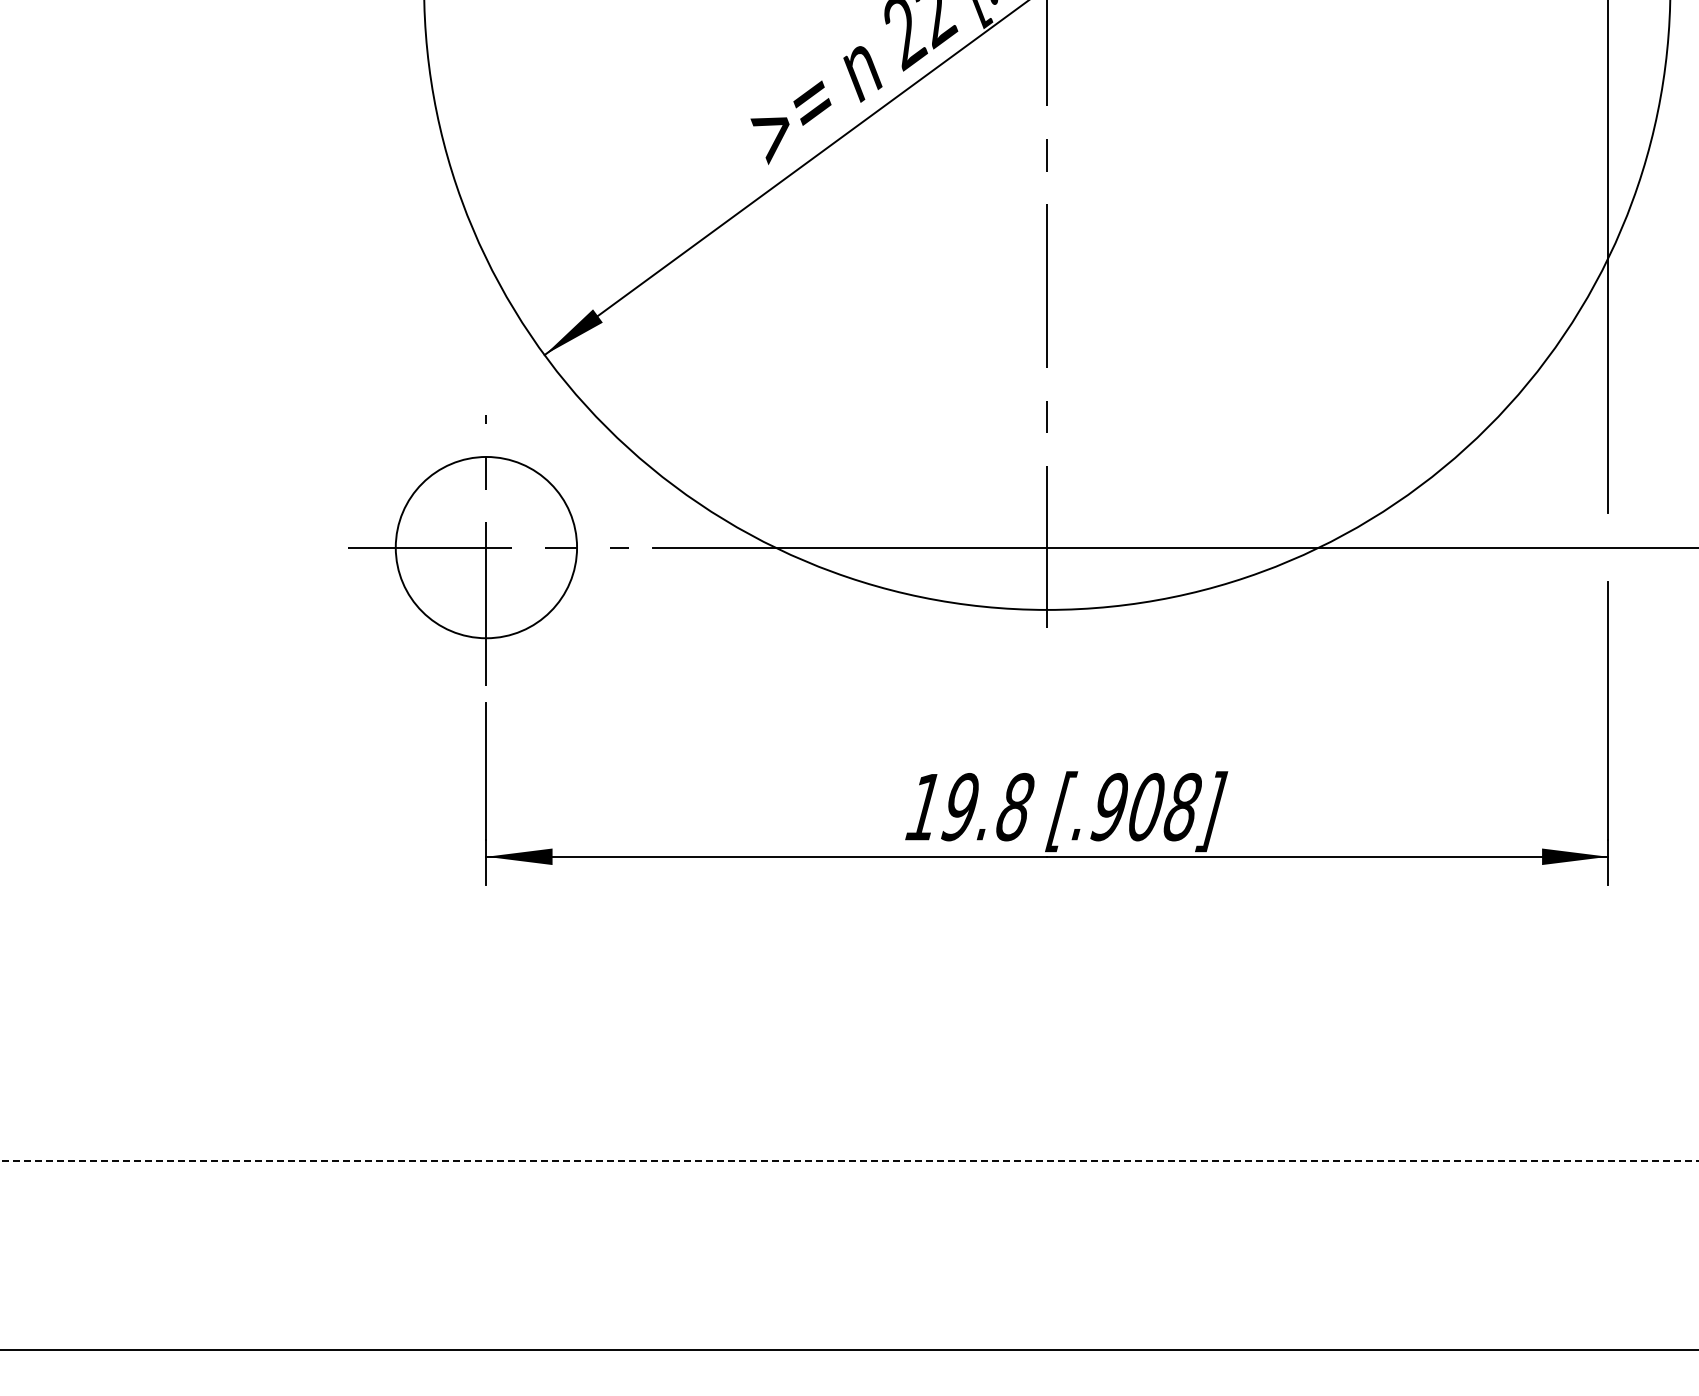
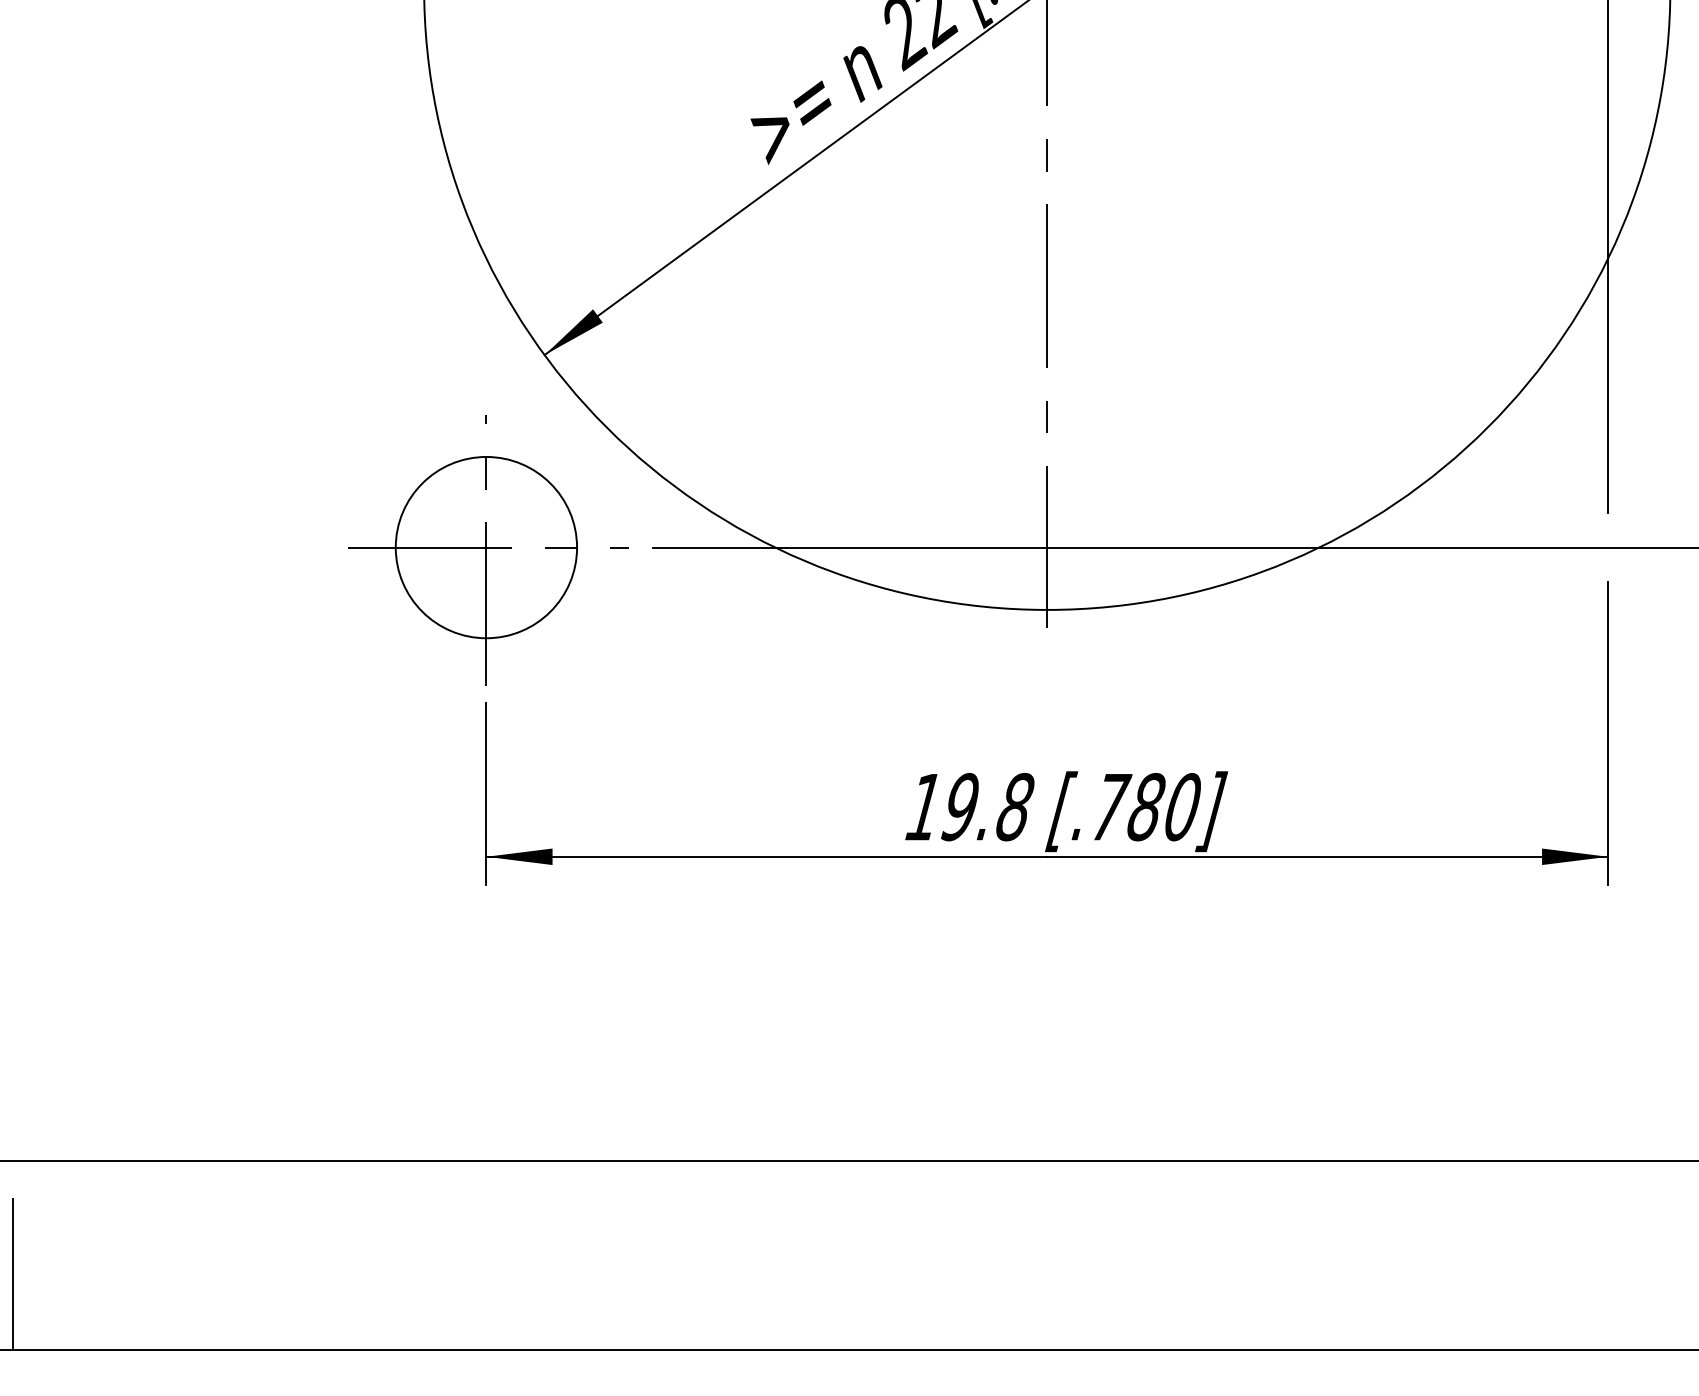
text at (1145, 807): [.908] -> [.780]
line at (849, 1161): dashed -> solid
line at (13, 1273): none -> present
